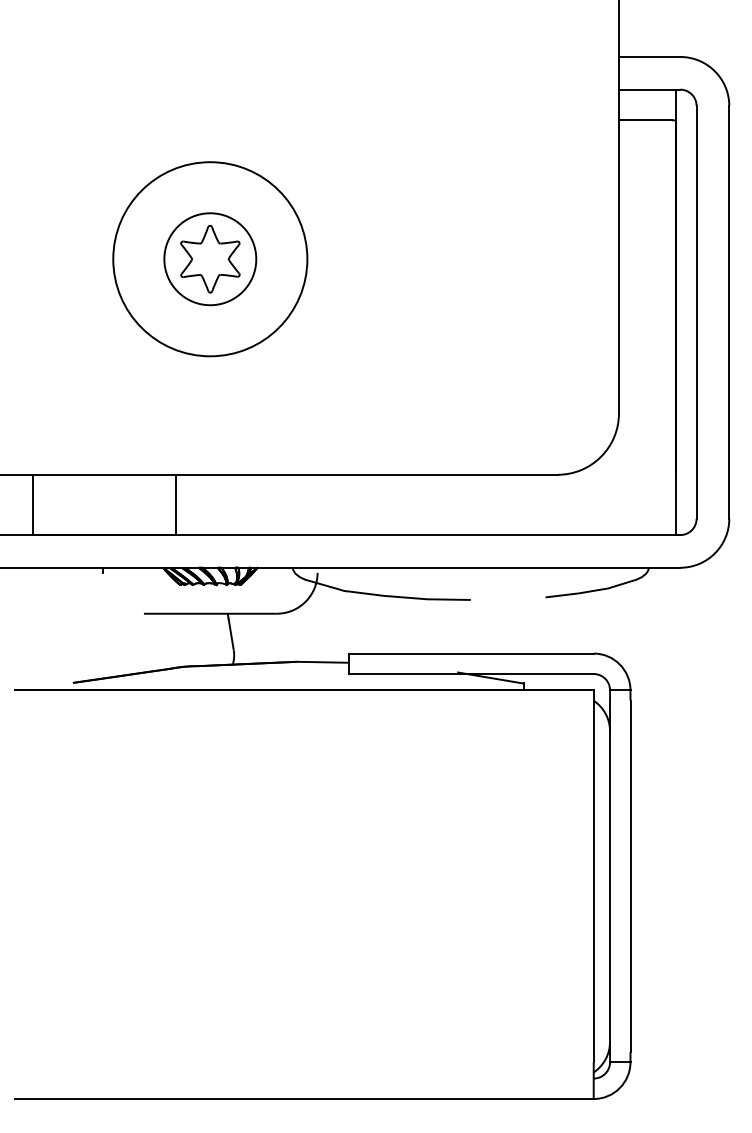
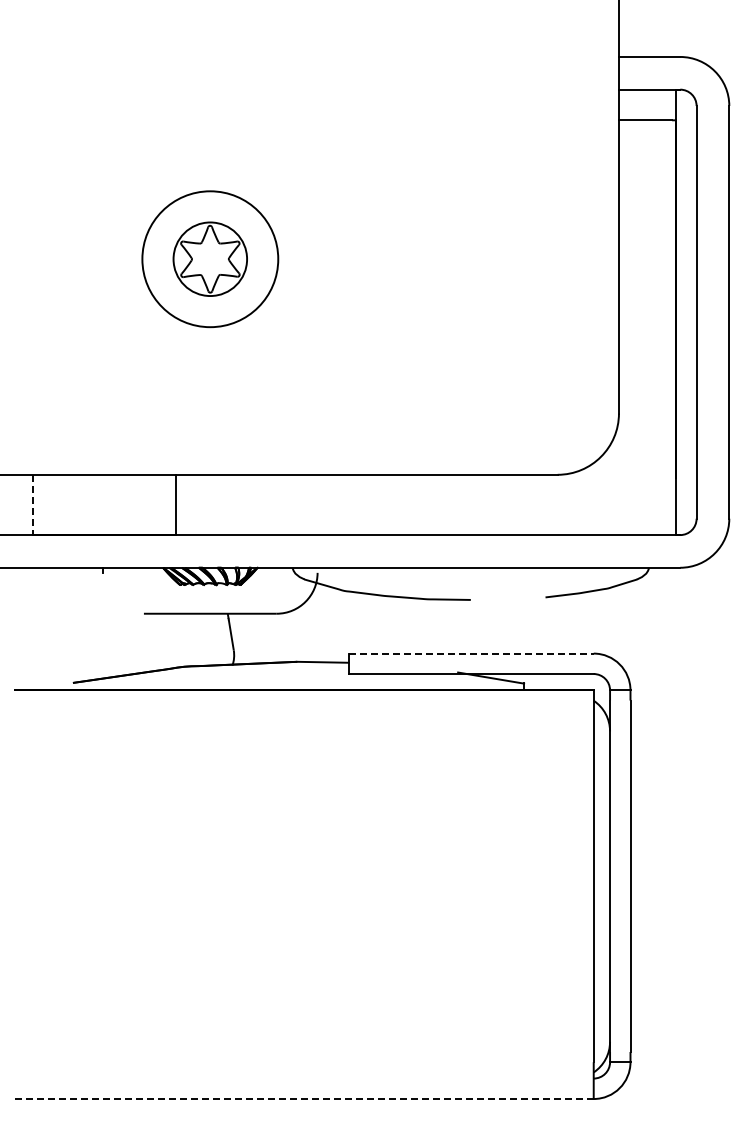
circle at (210, 259) diameter: 194 px -> 136 px
circle at (210, 259) diameter: 92 px -> 74 px
line at (32, 505): solid -> dashed
line at (471, 653): solid -> dashed
line at (304, 1099): solid -> dashed
